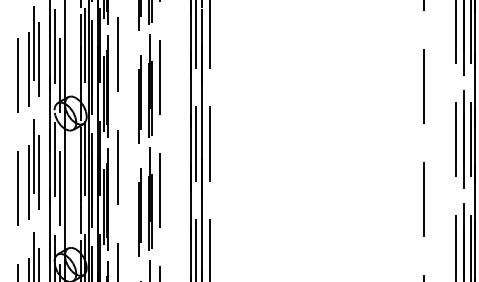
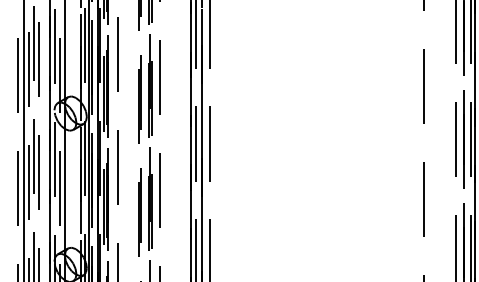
line at (23, 140): none -> present
